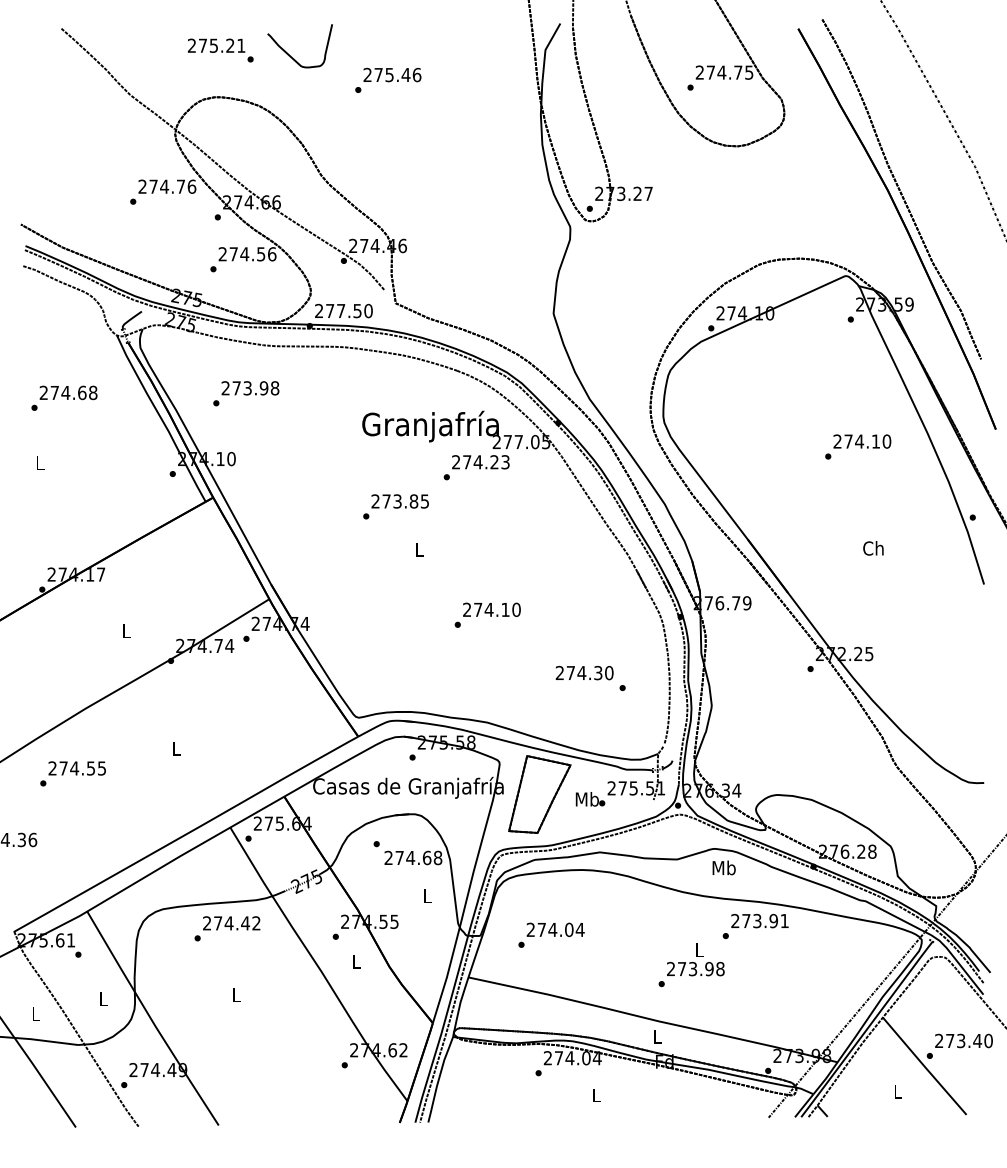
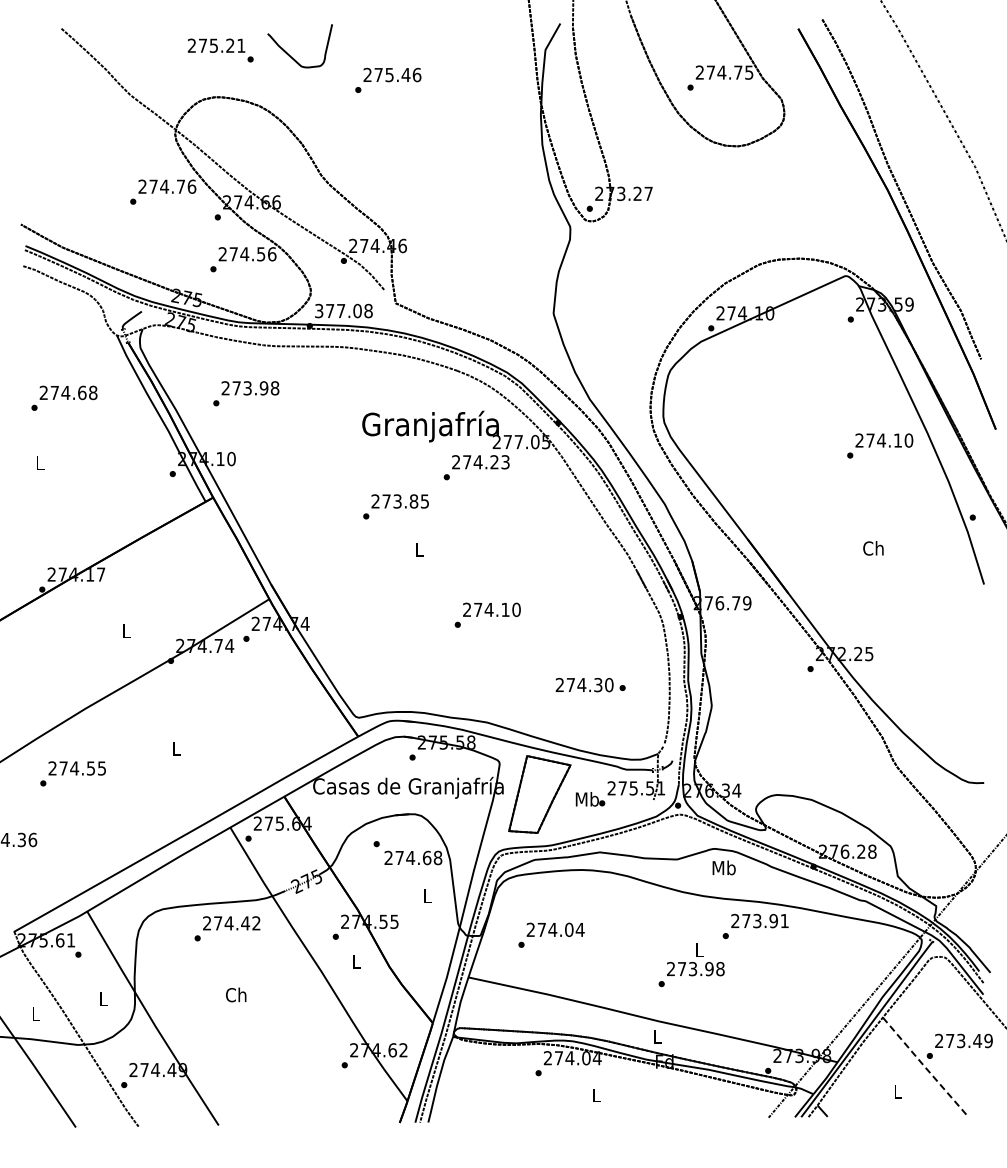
text at (343, 310): 277.50 -> 377.08
text at (858, 446) position: (858, 446) -> (880, 445)
text at (584, 672) position: (584, 672) -> (584, 684)
text at (236, 994): L -> Ch
text at (988, 1041): 273.40 -> 273.49
line at (924, 1066): solid -> dashed
